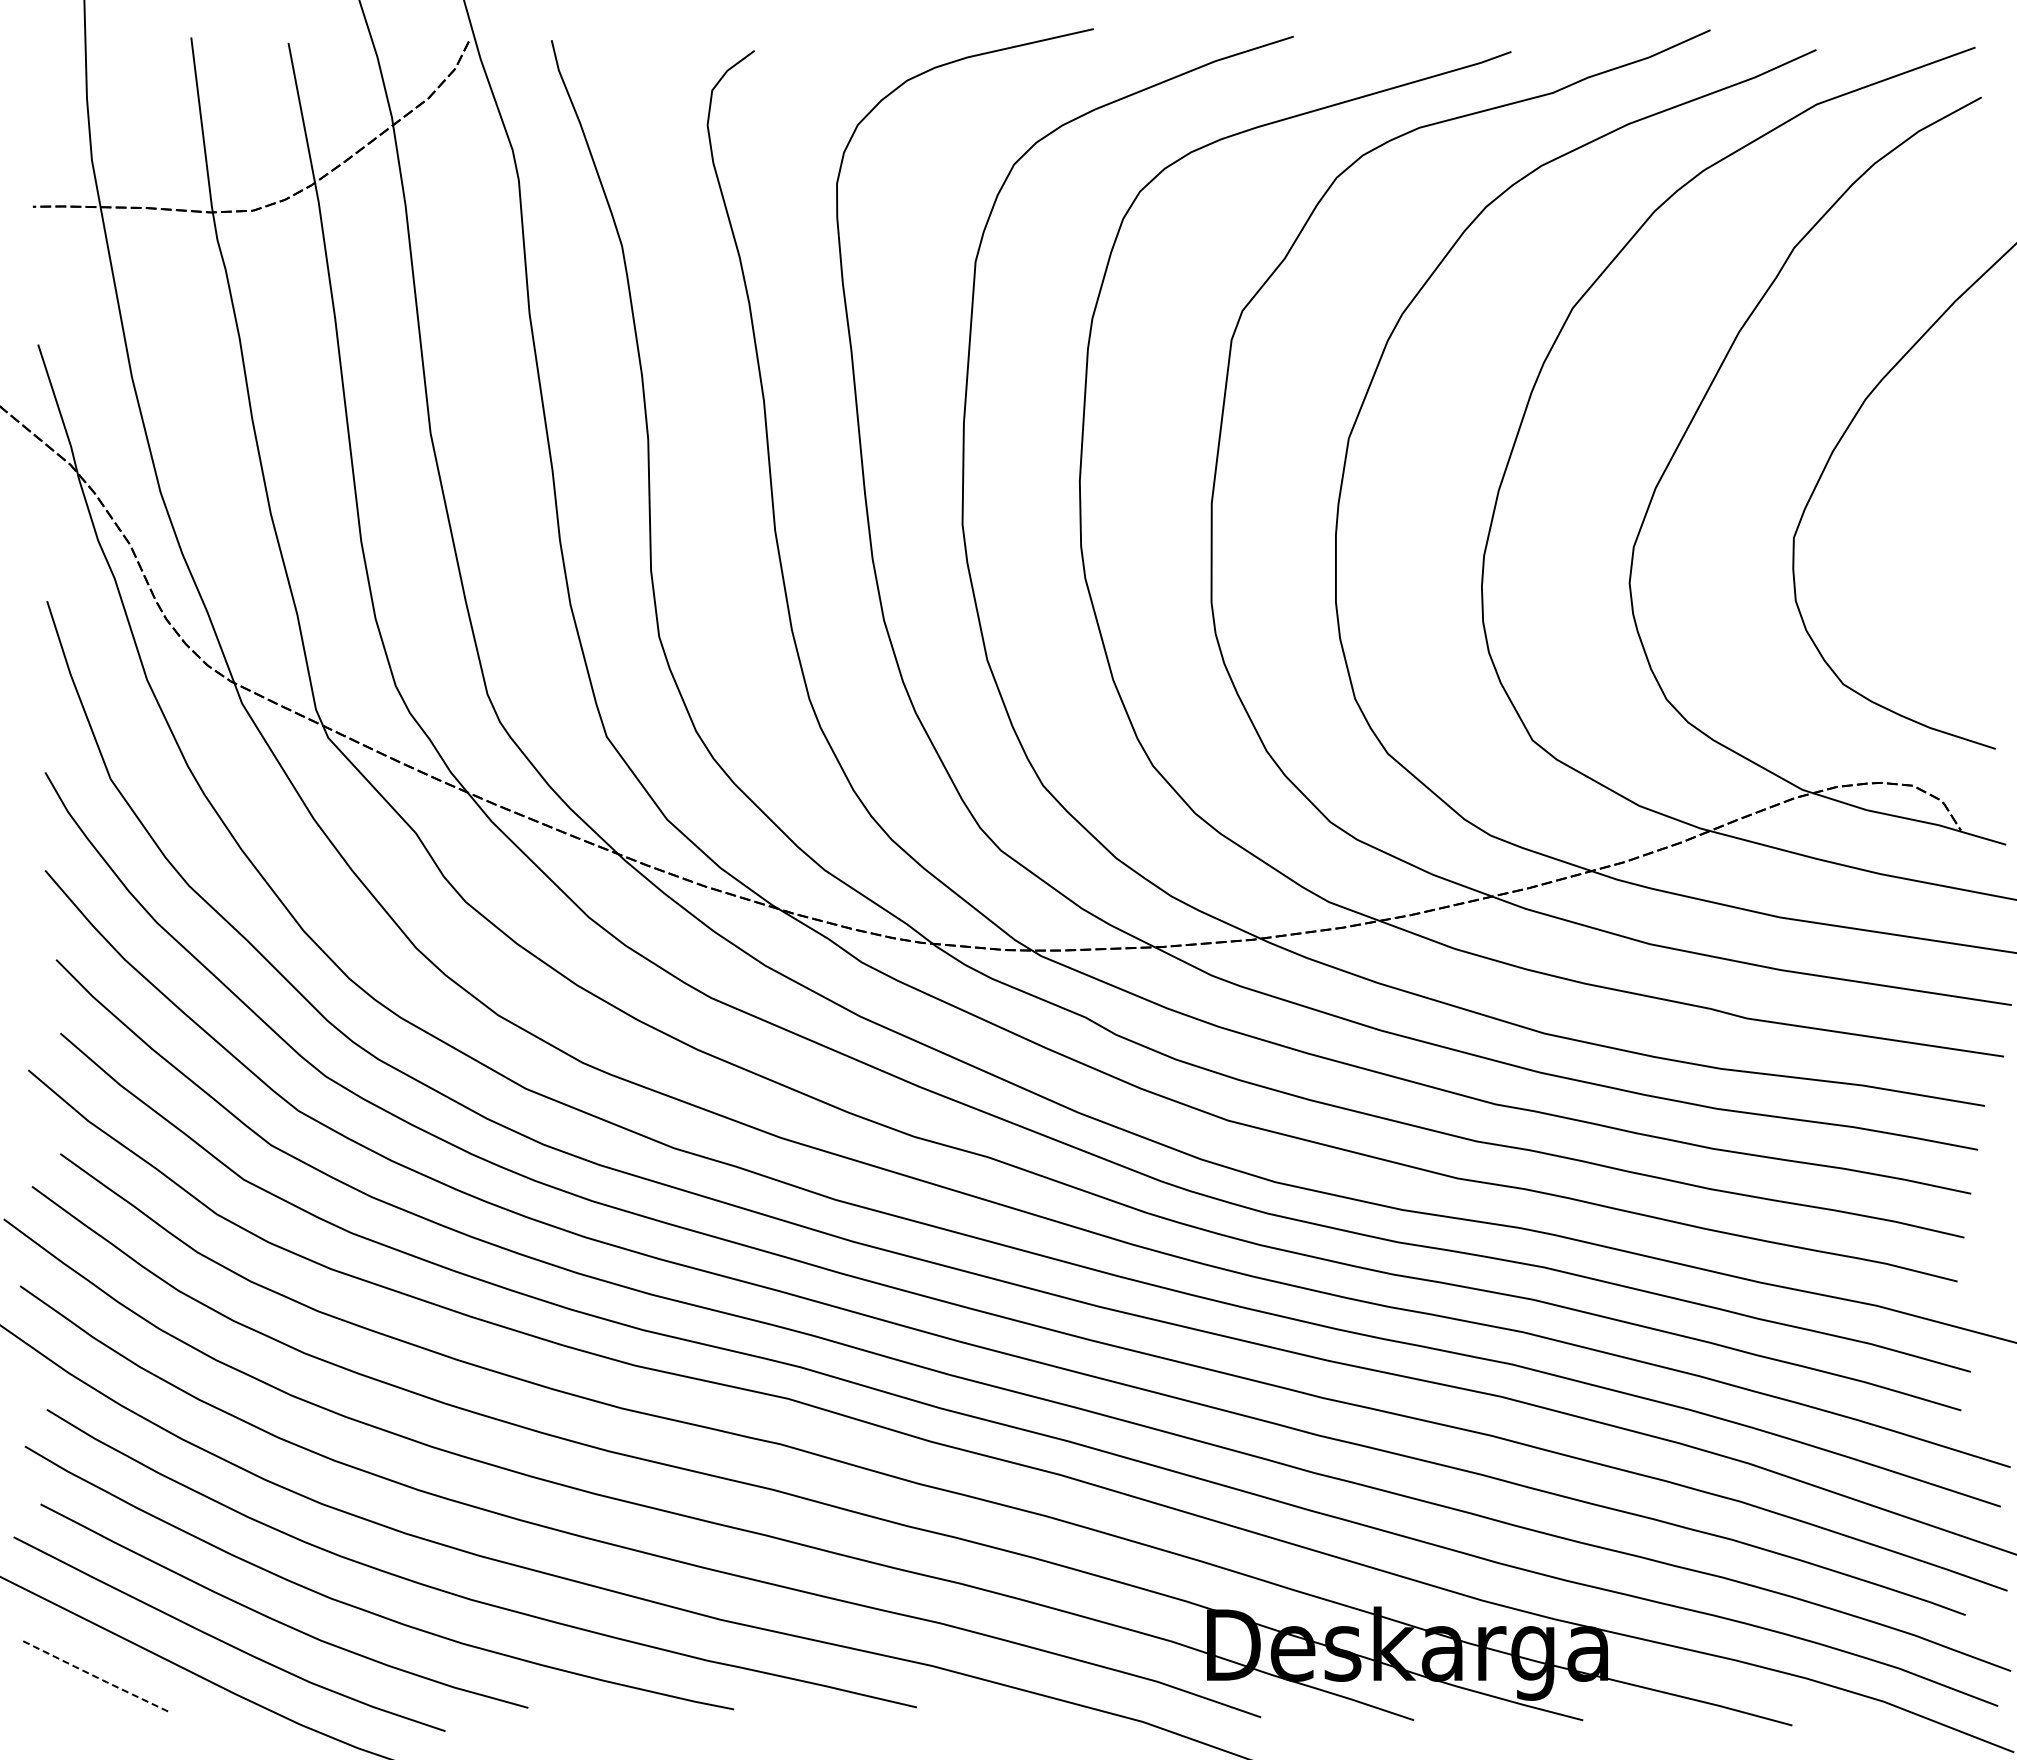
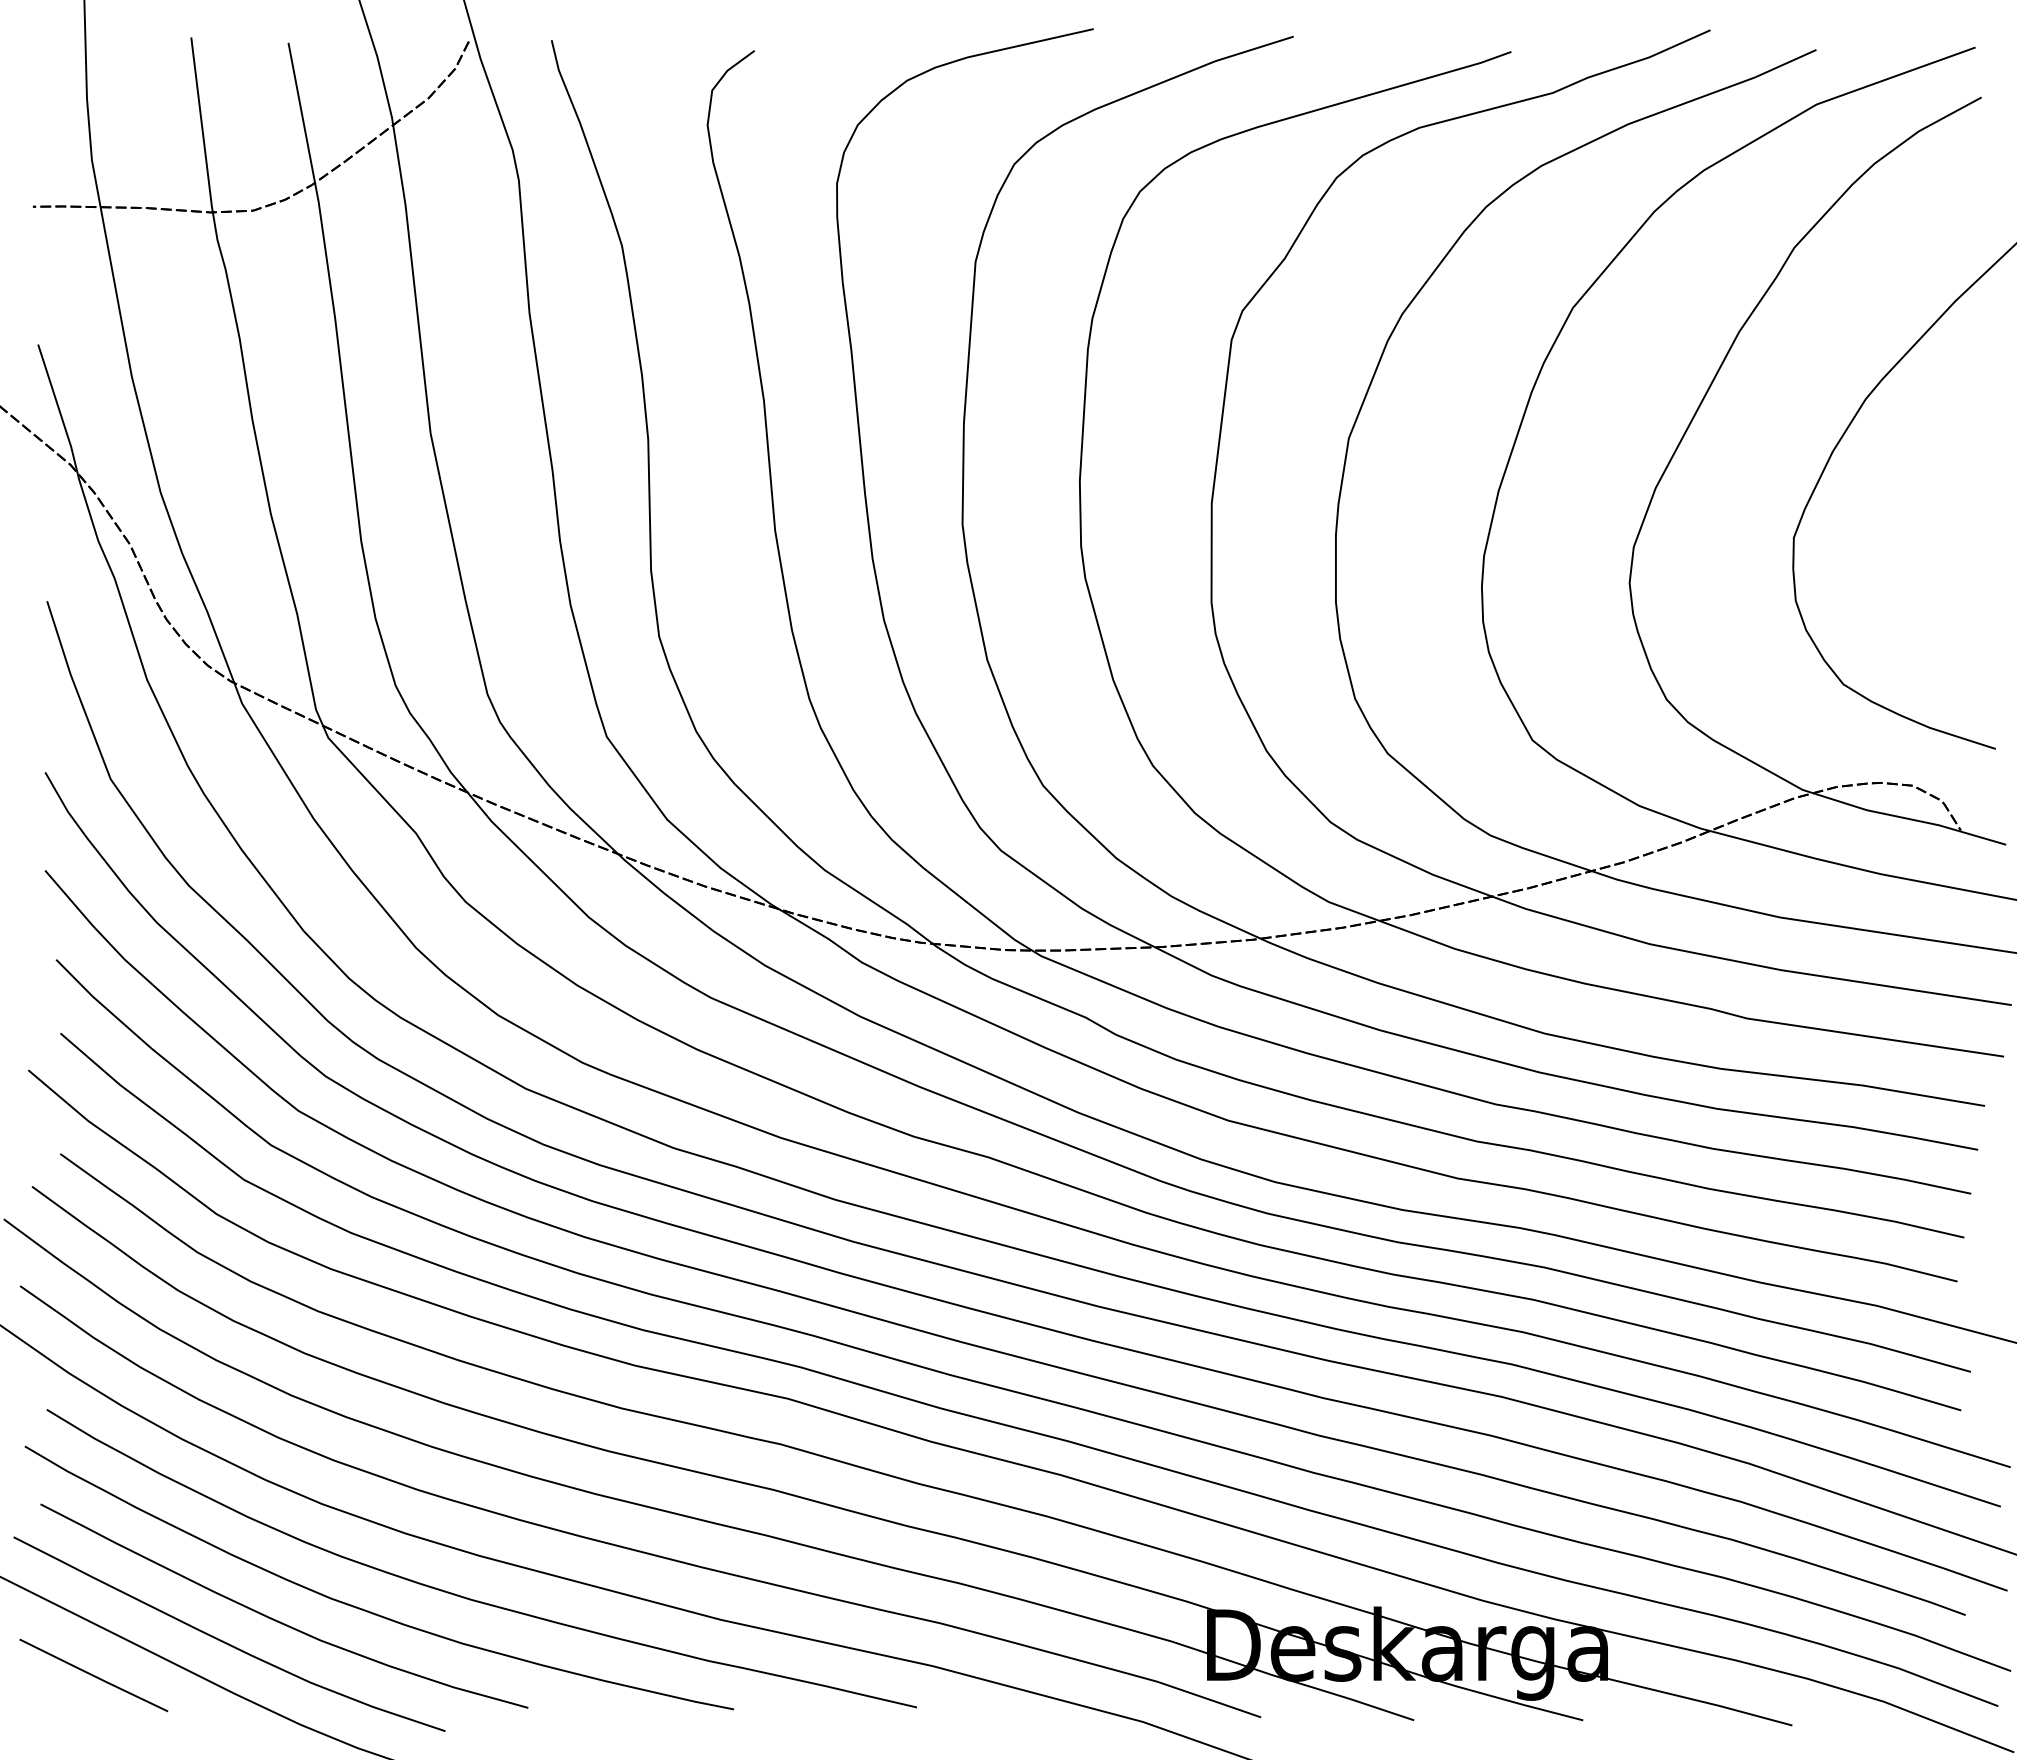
line at (93, 1675): dashed -> solid
